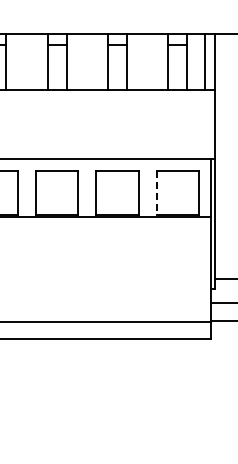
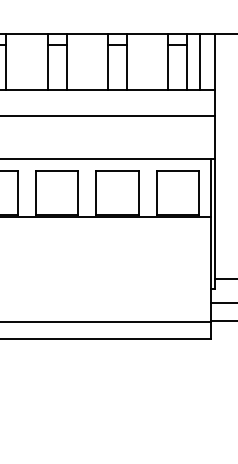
line at (205, 62) position: (205, 62) -> (200, 62)
line at (108, 115): none -> present
line at (156, 193): dashed -> solid
